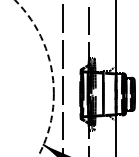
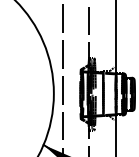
circle at (34, 78): dashed -> solid
